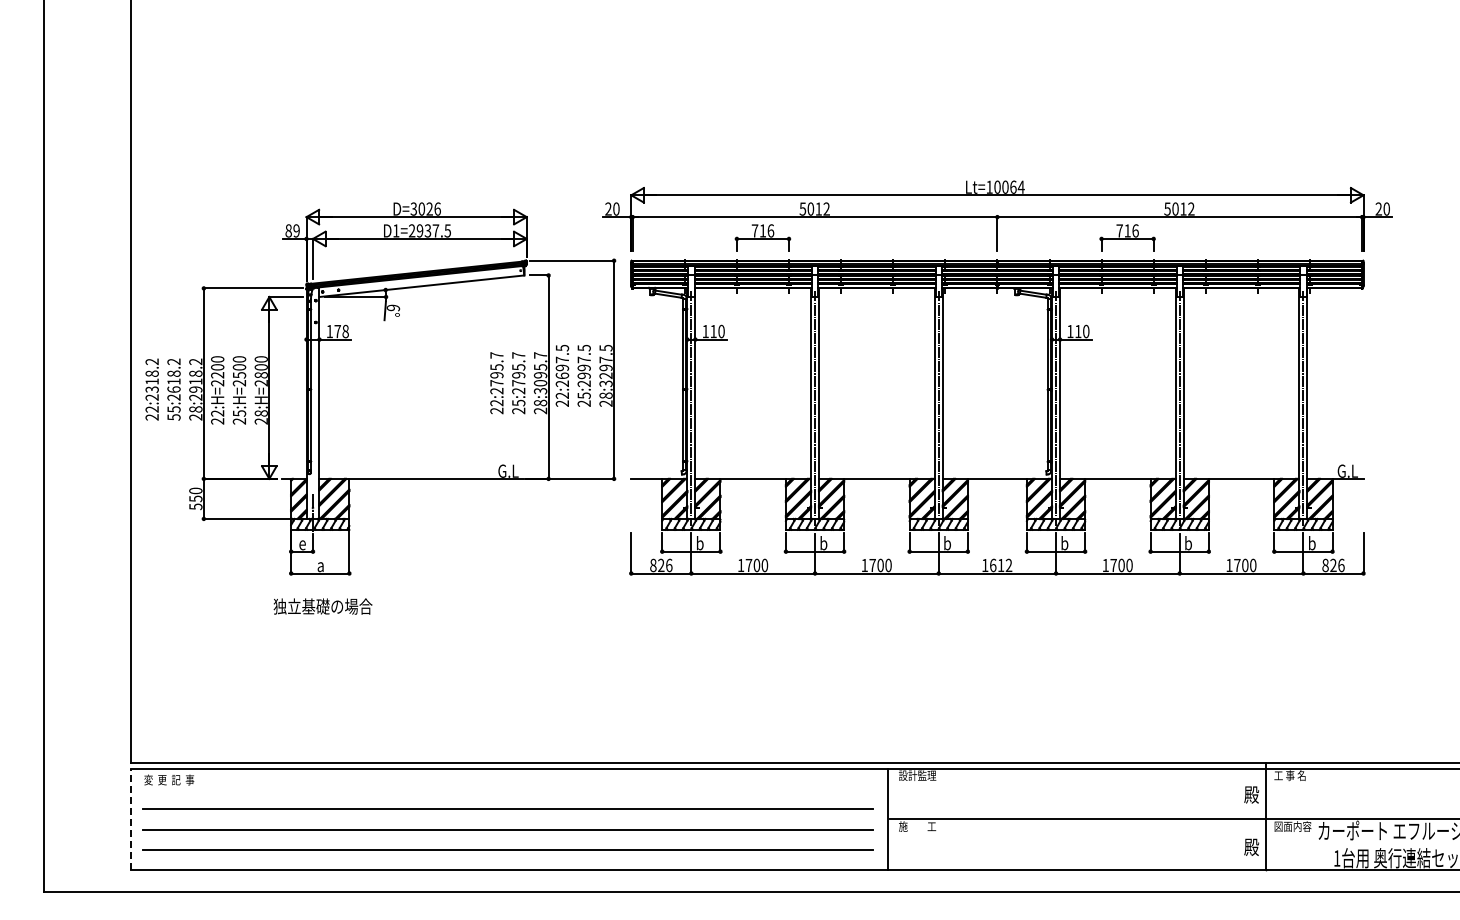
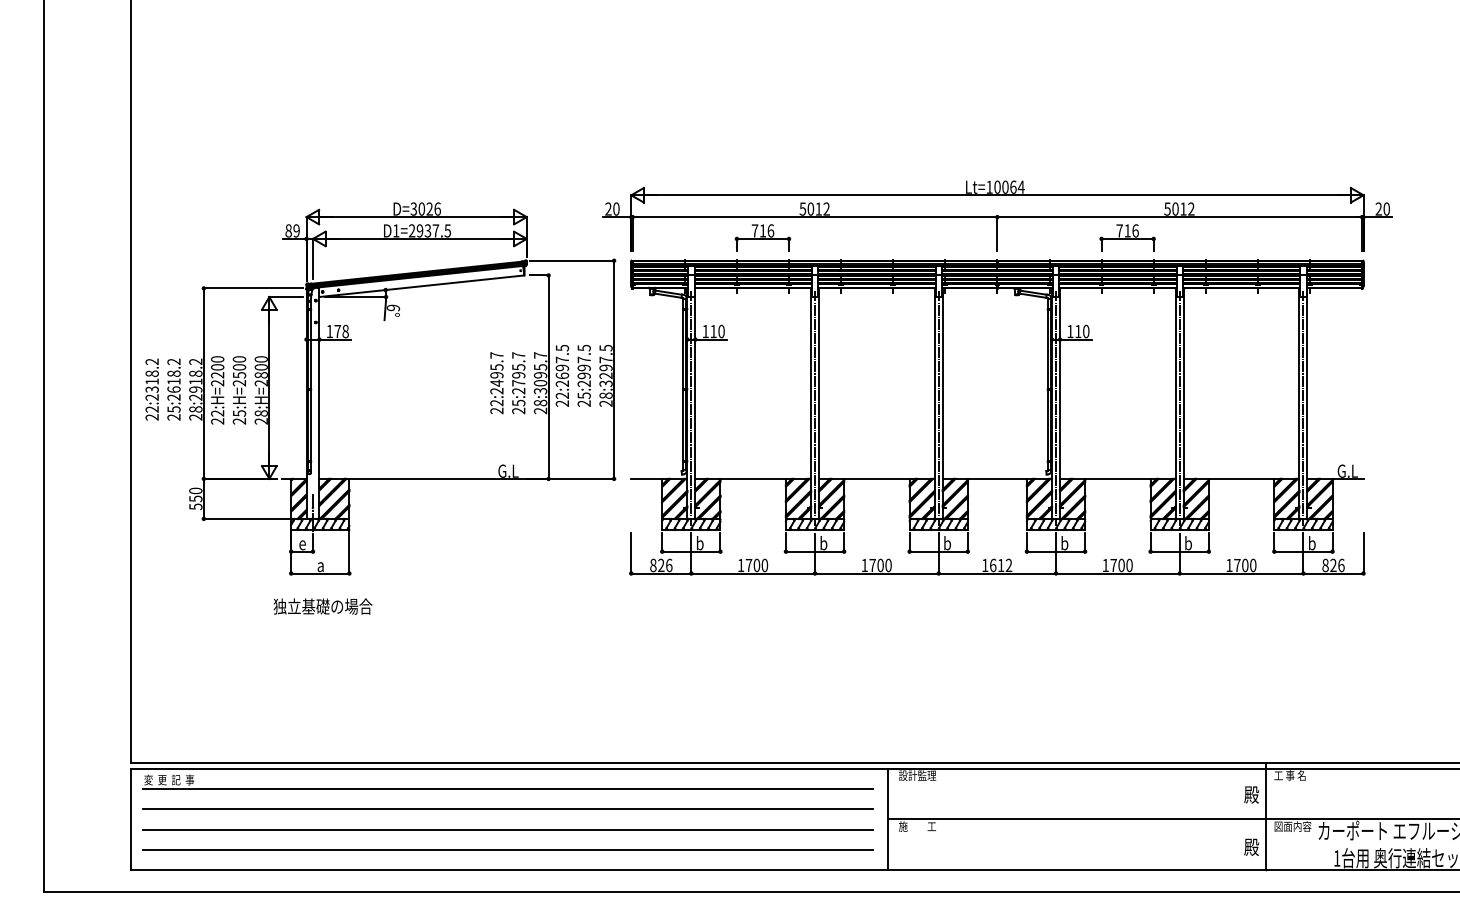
text at (496, 382): 22:2795.7 -> 22:2495.7
text at (173, 417): 55:2618.2 -> 25:2618.2
line at (508, 788): none -> present
line at (131, 819): dashed -> solid
